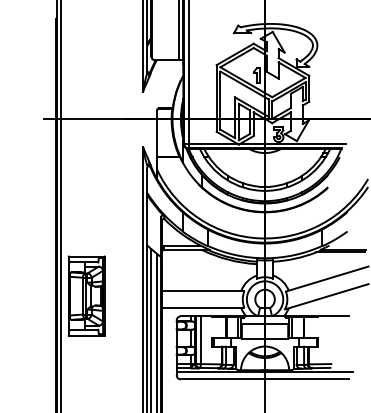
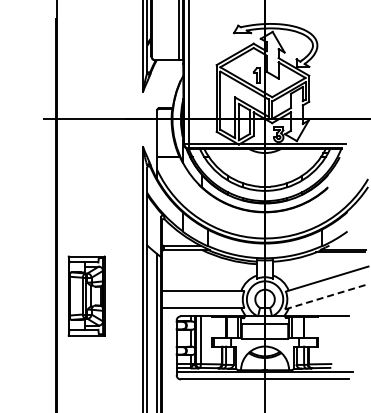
line at (60, 205): present -> none
line at (326, 296): solid -> dashed
line at (151, 328): present -> none
